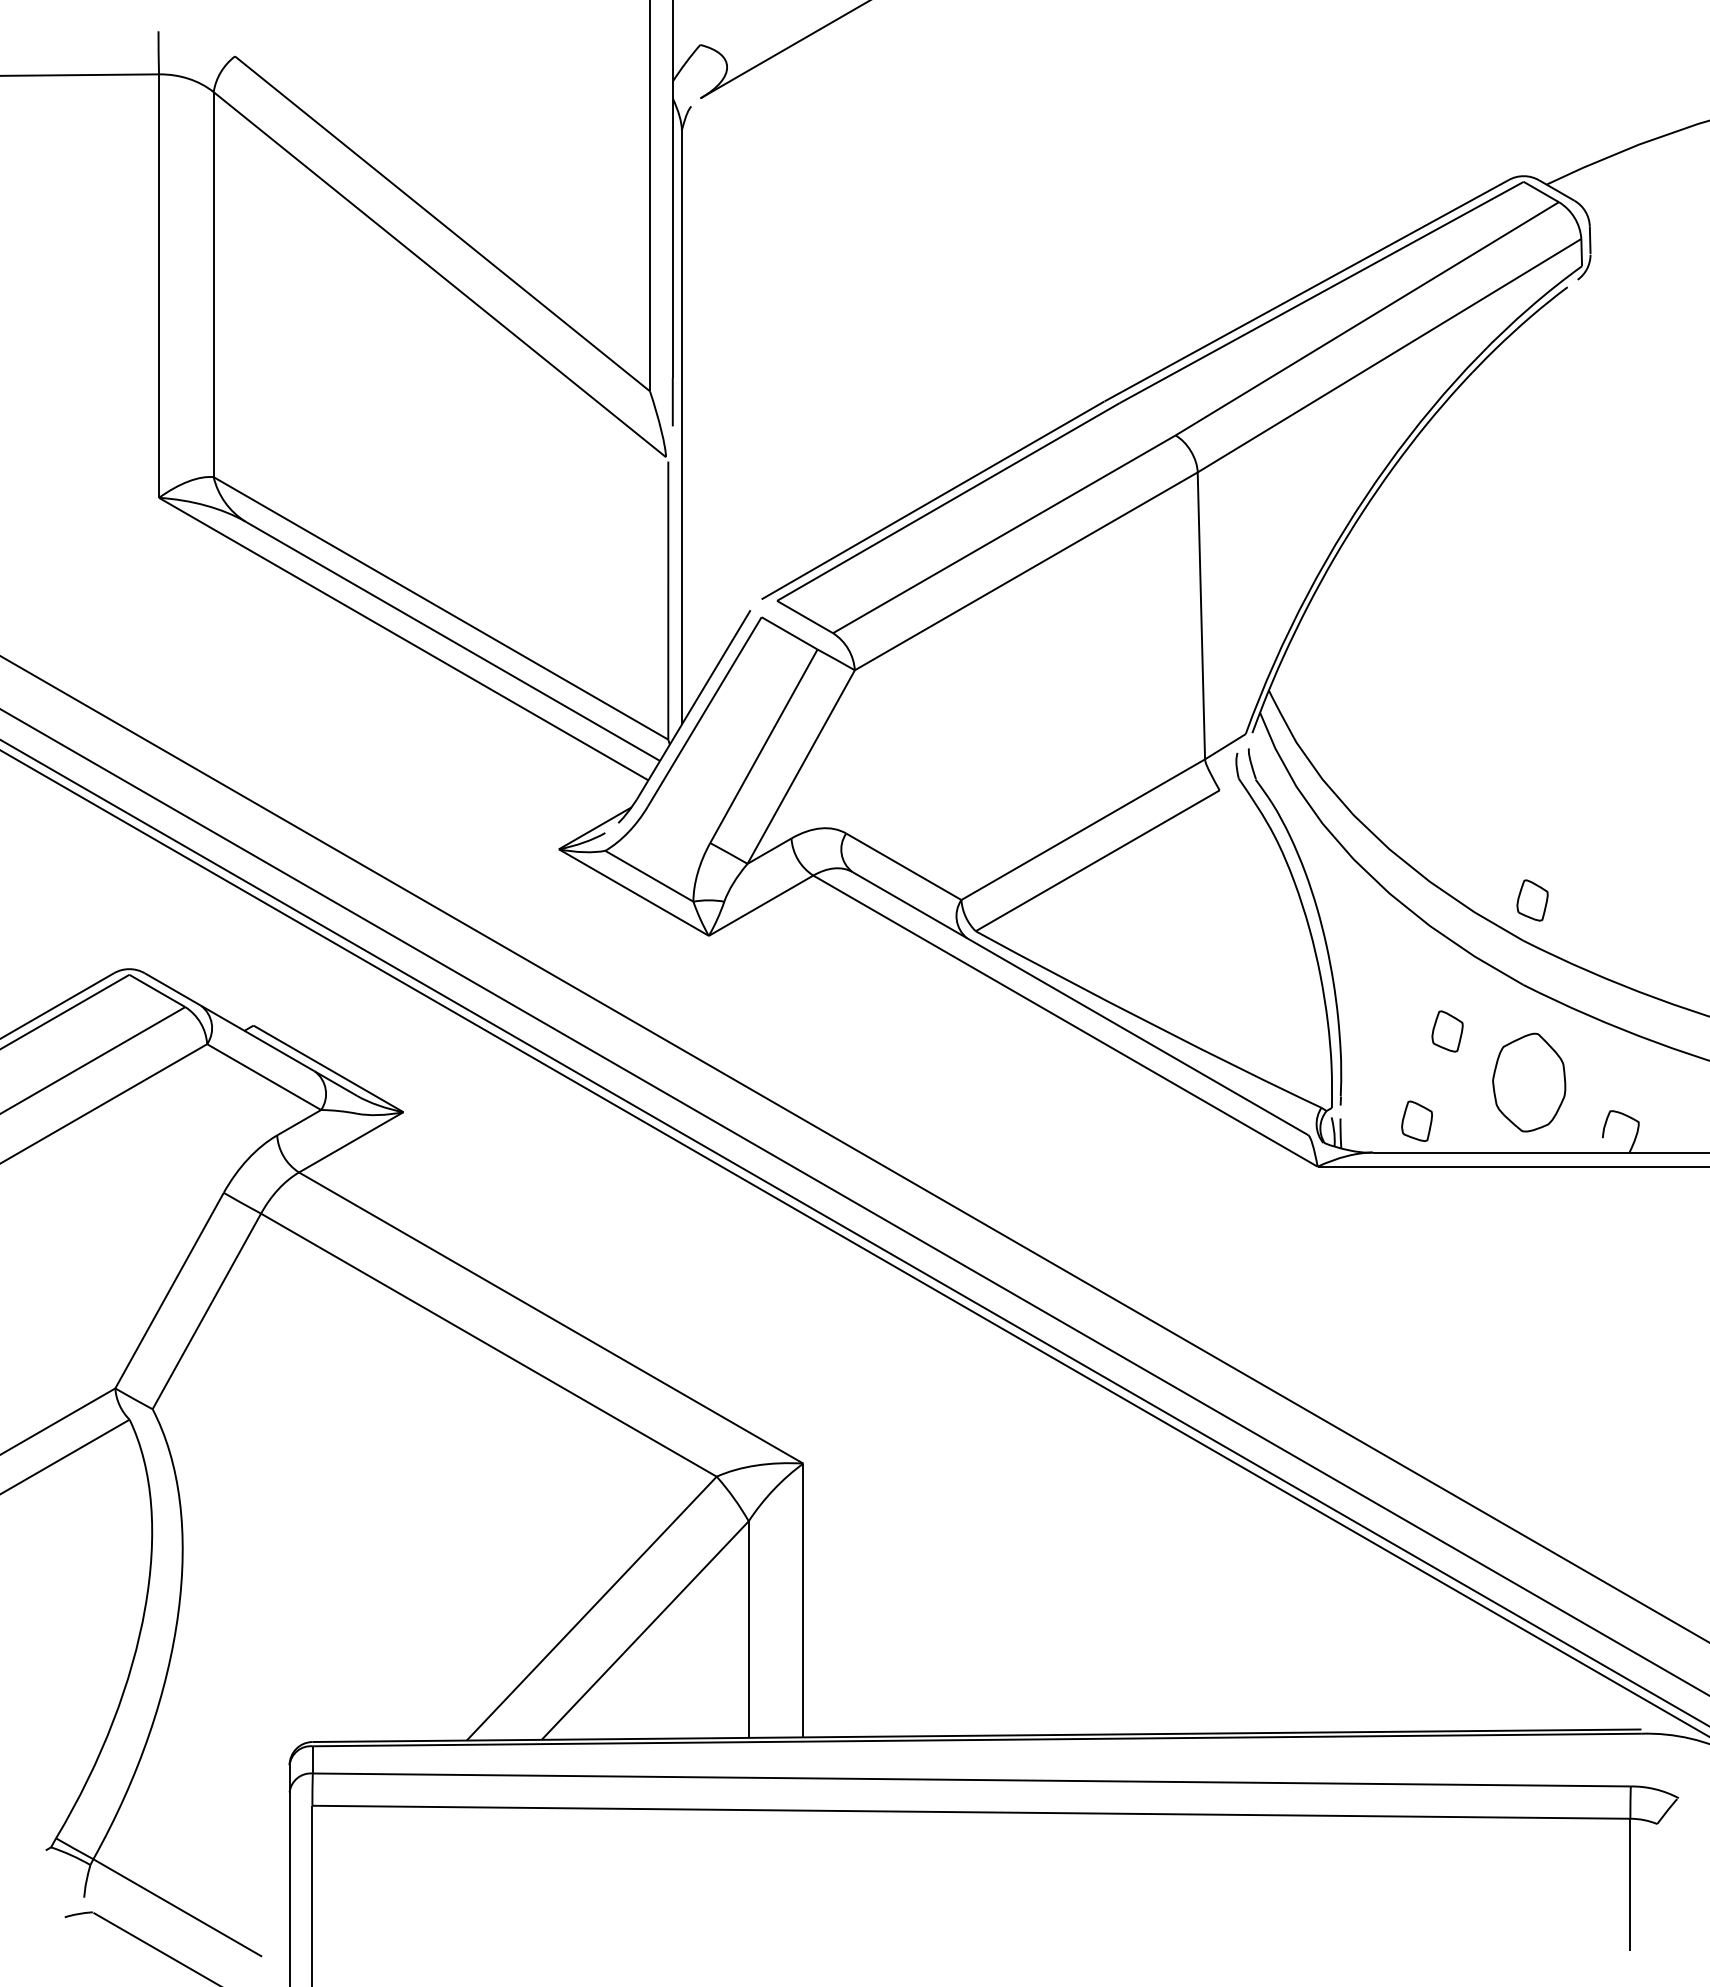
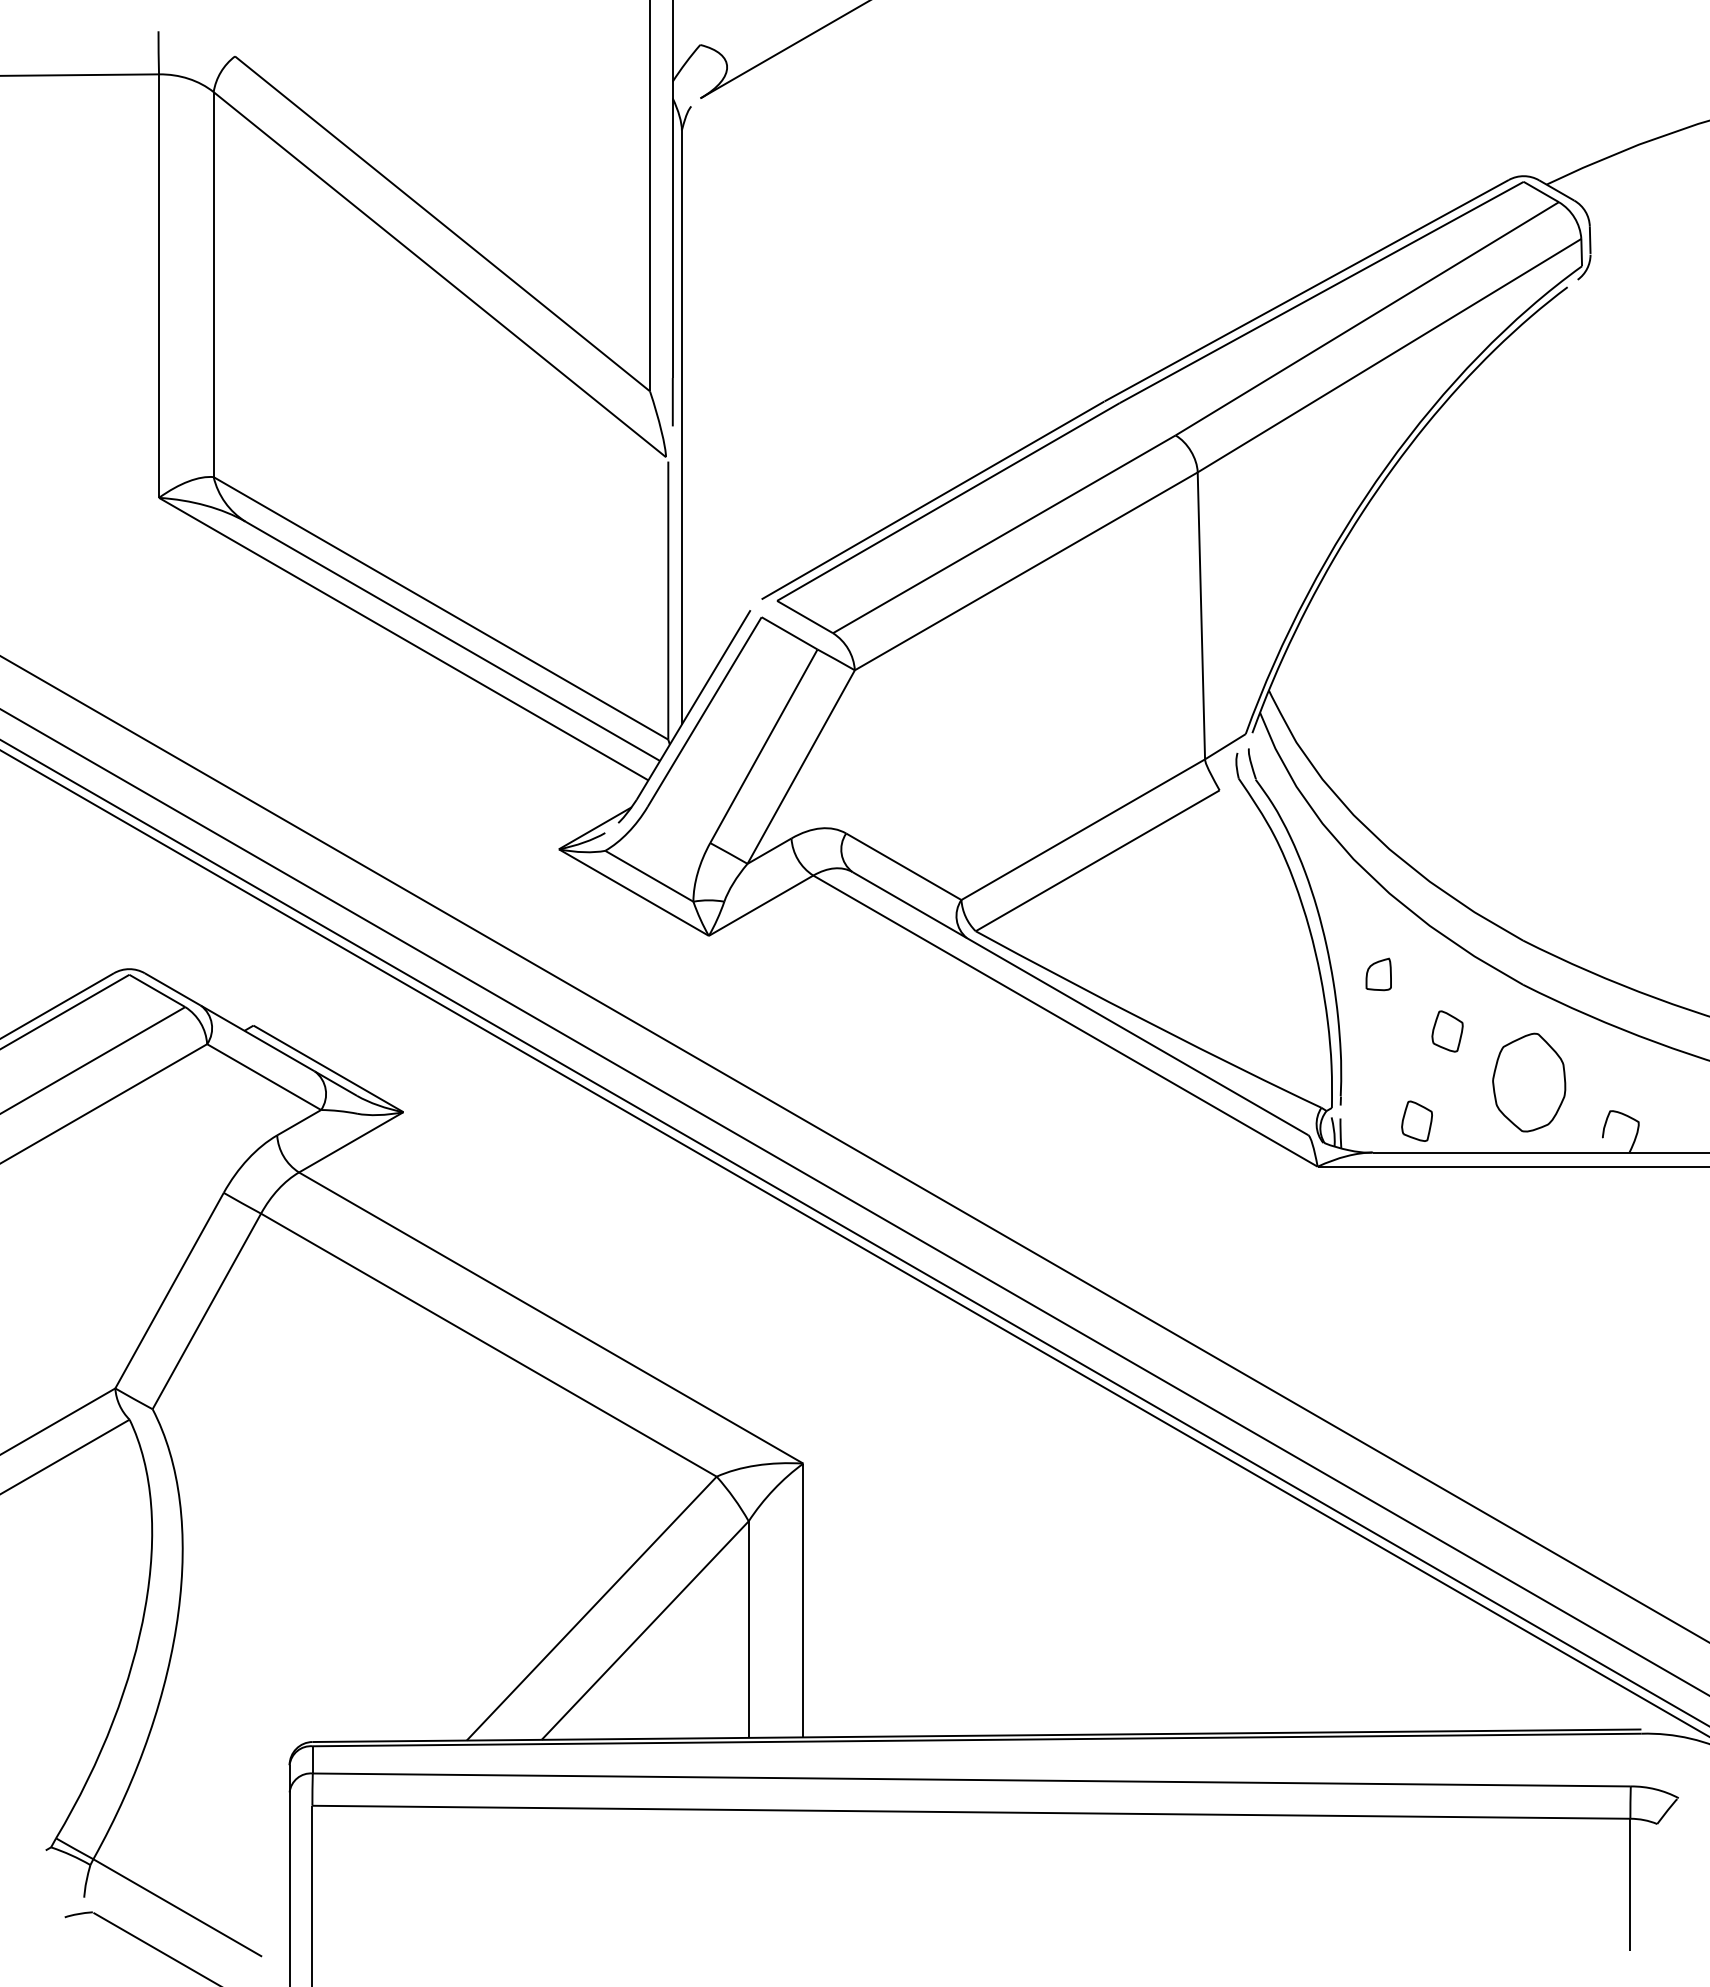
part at (1532, 900): present -> none
part at (1378, 974): none -> present
